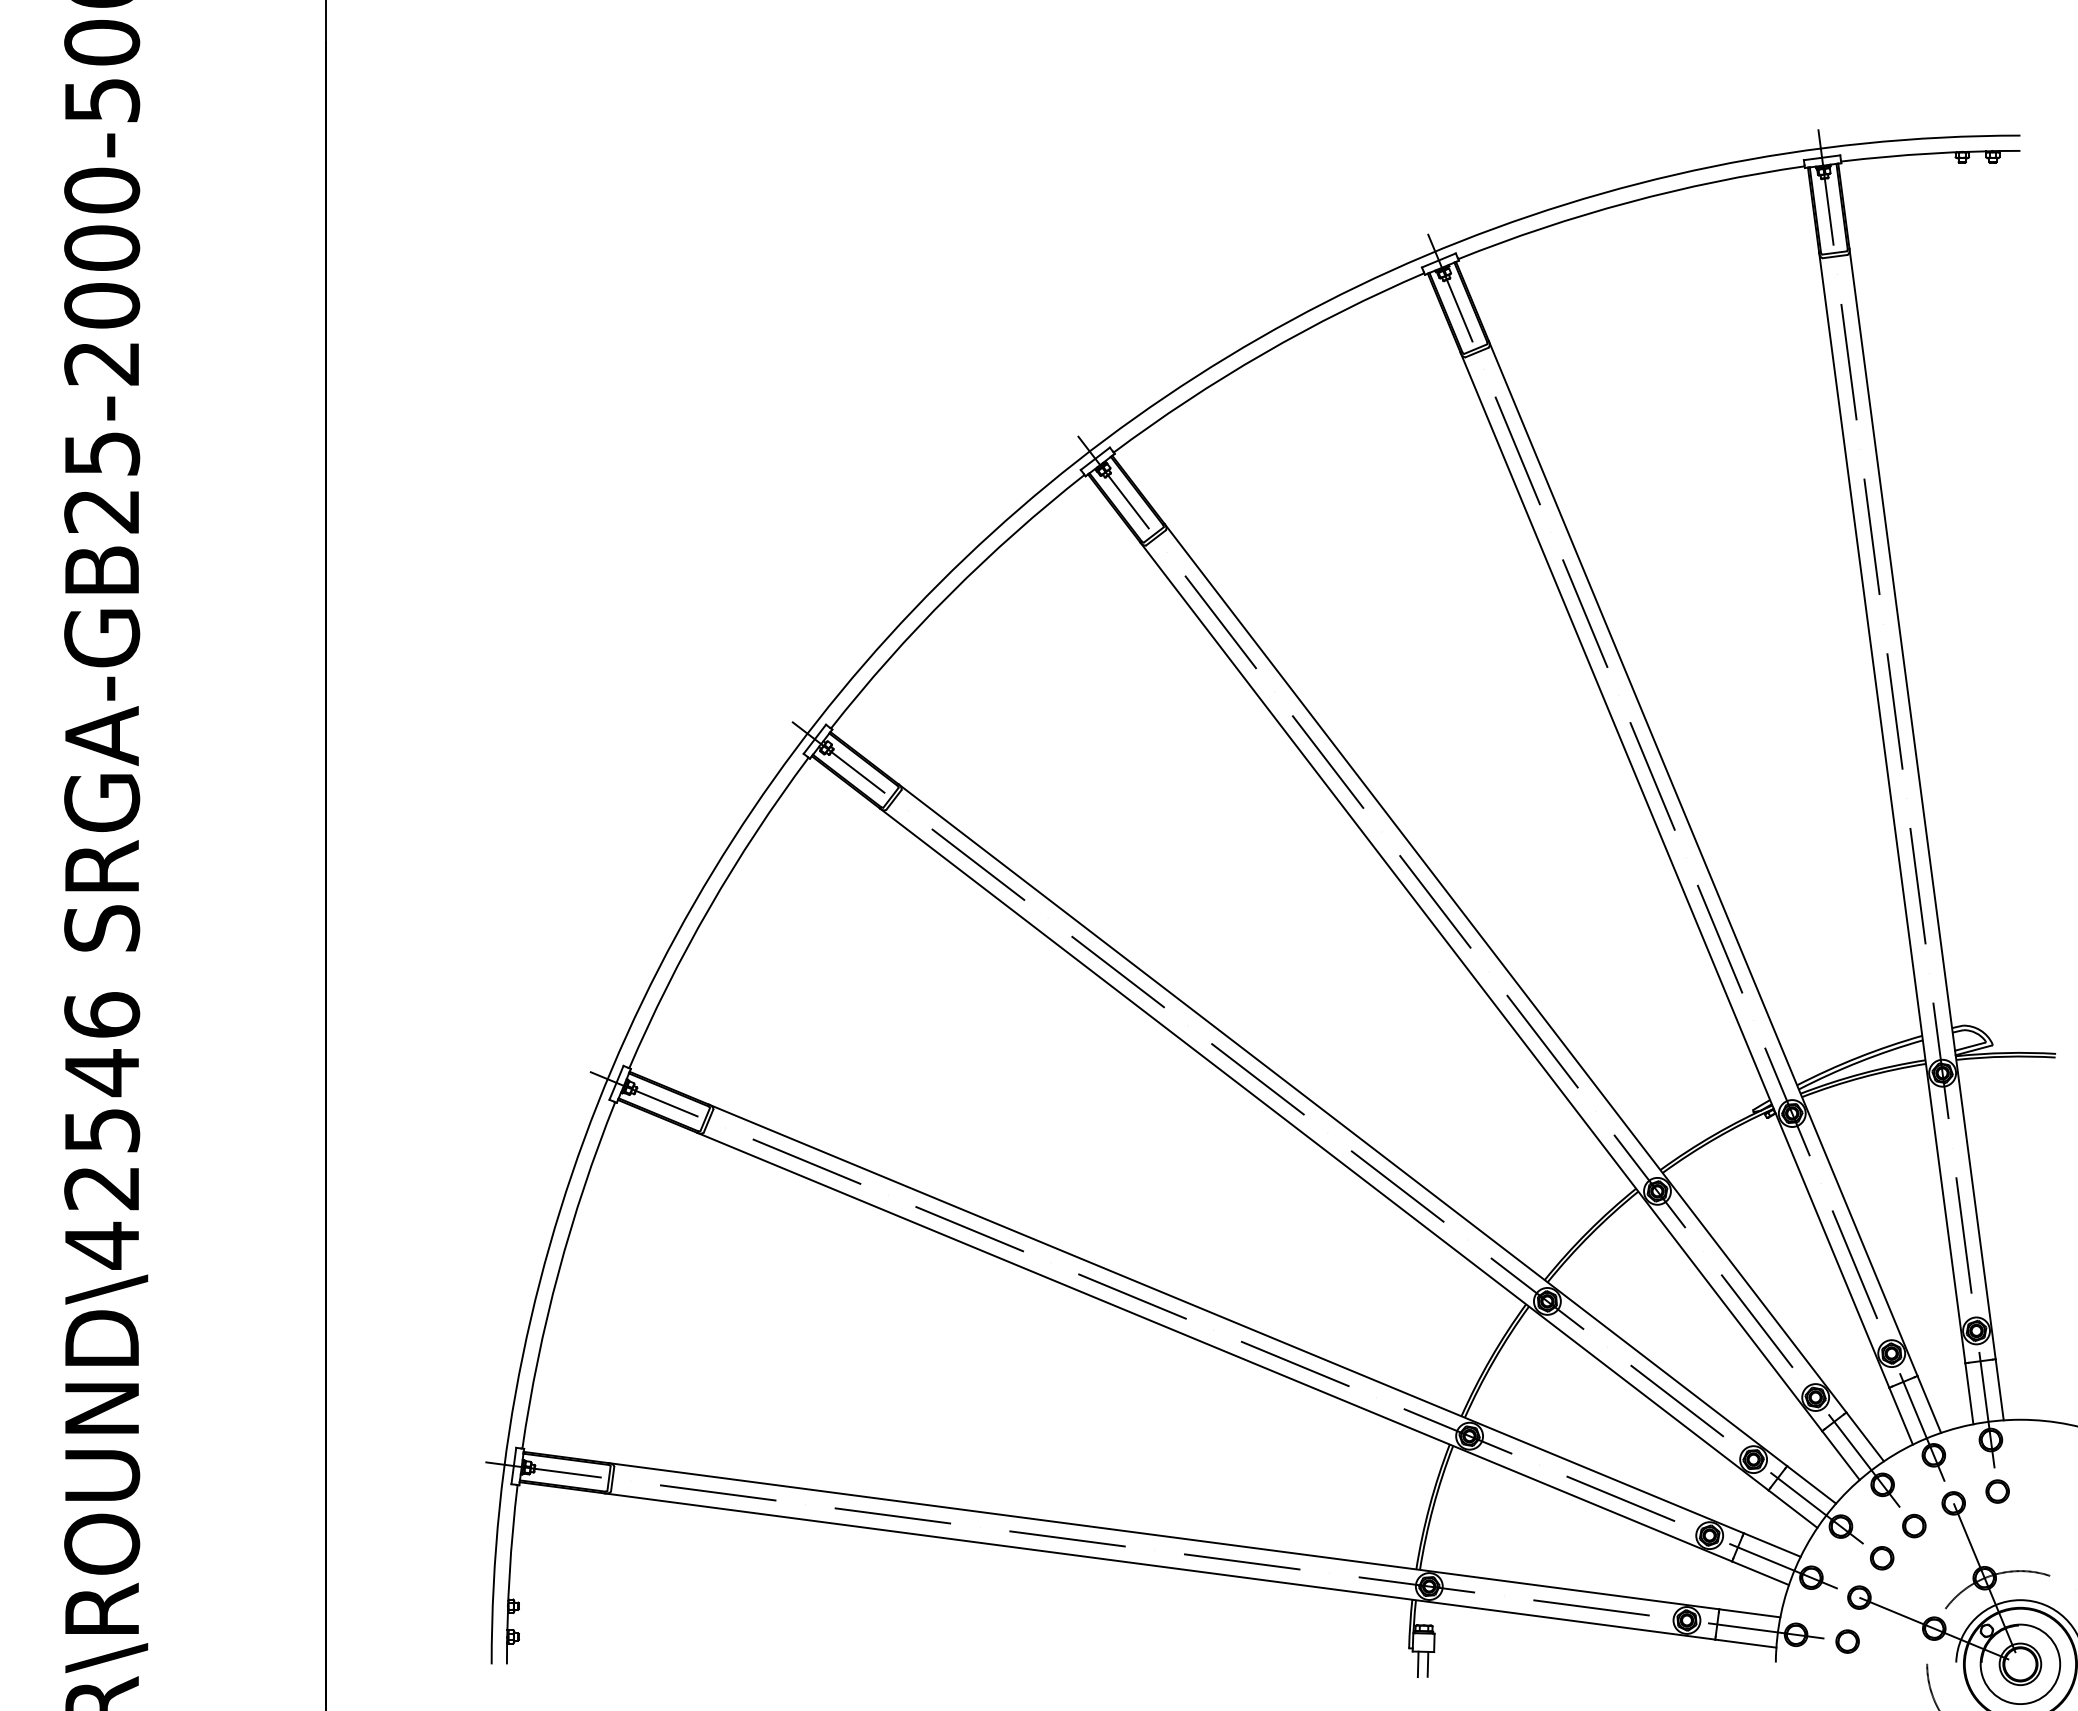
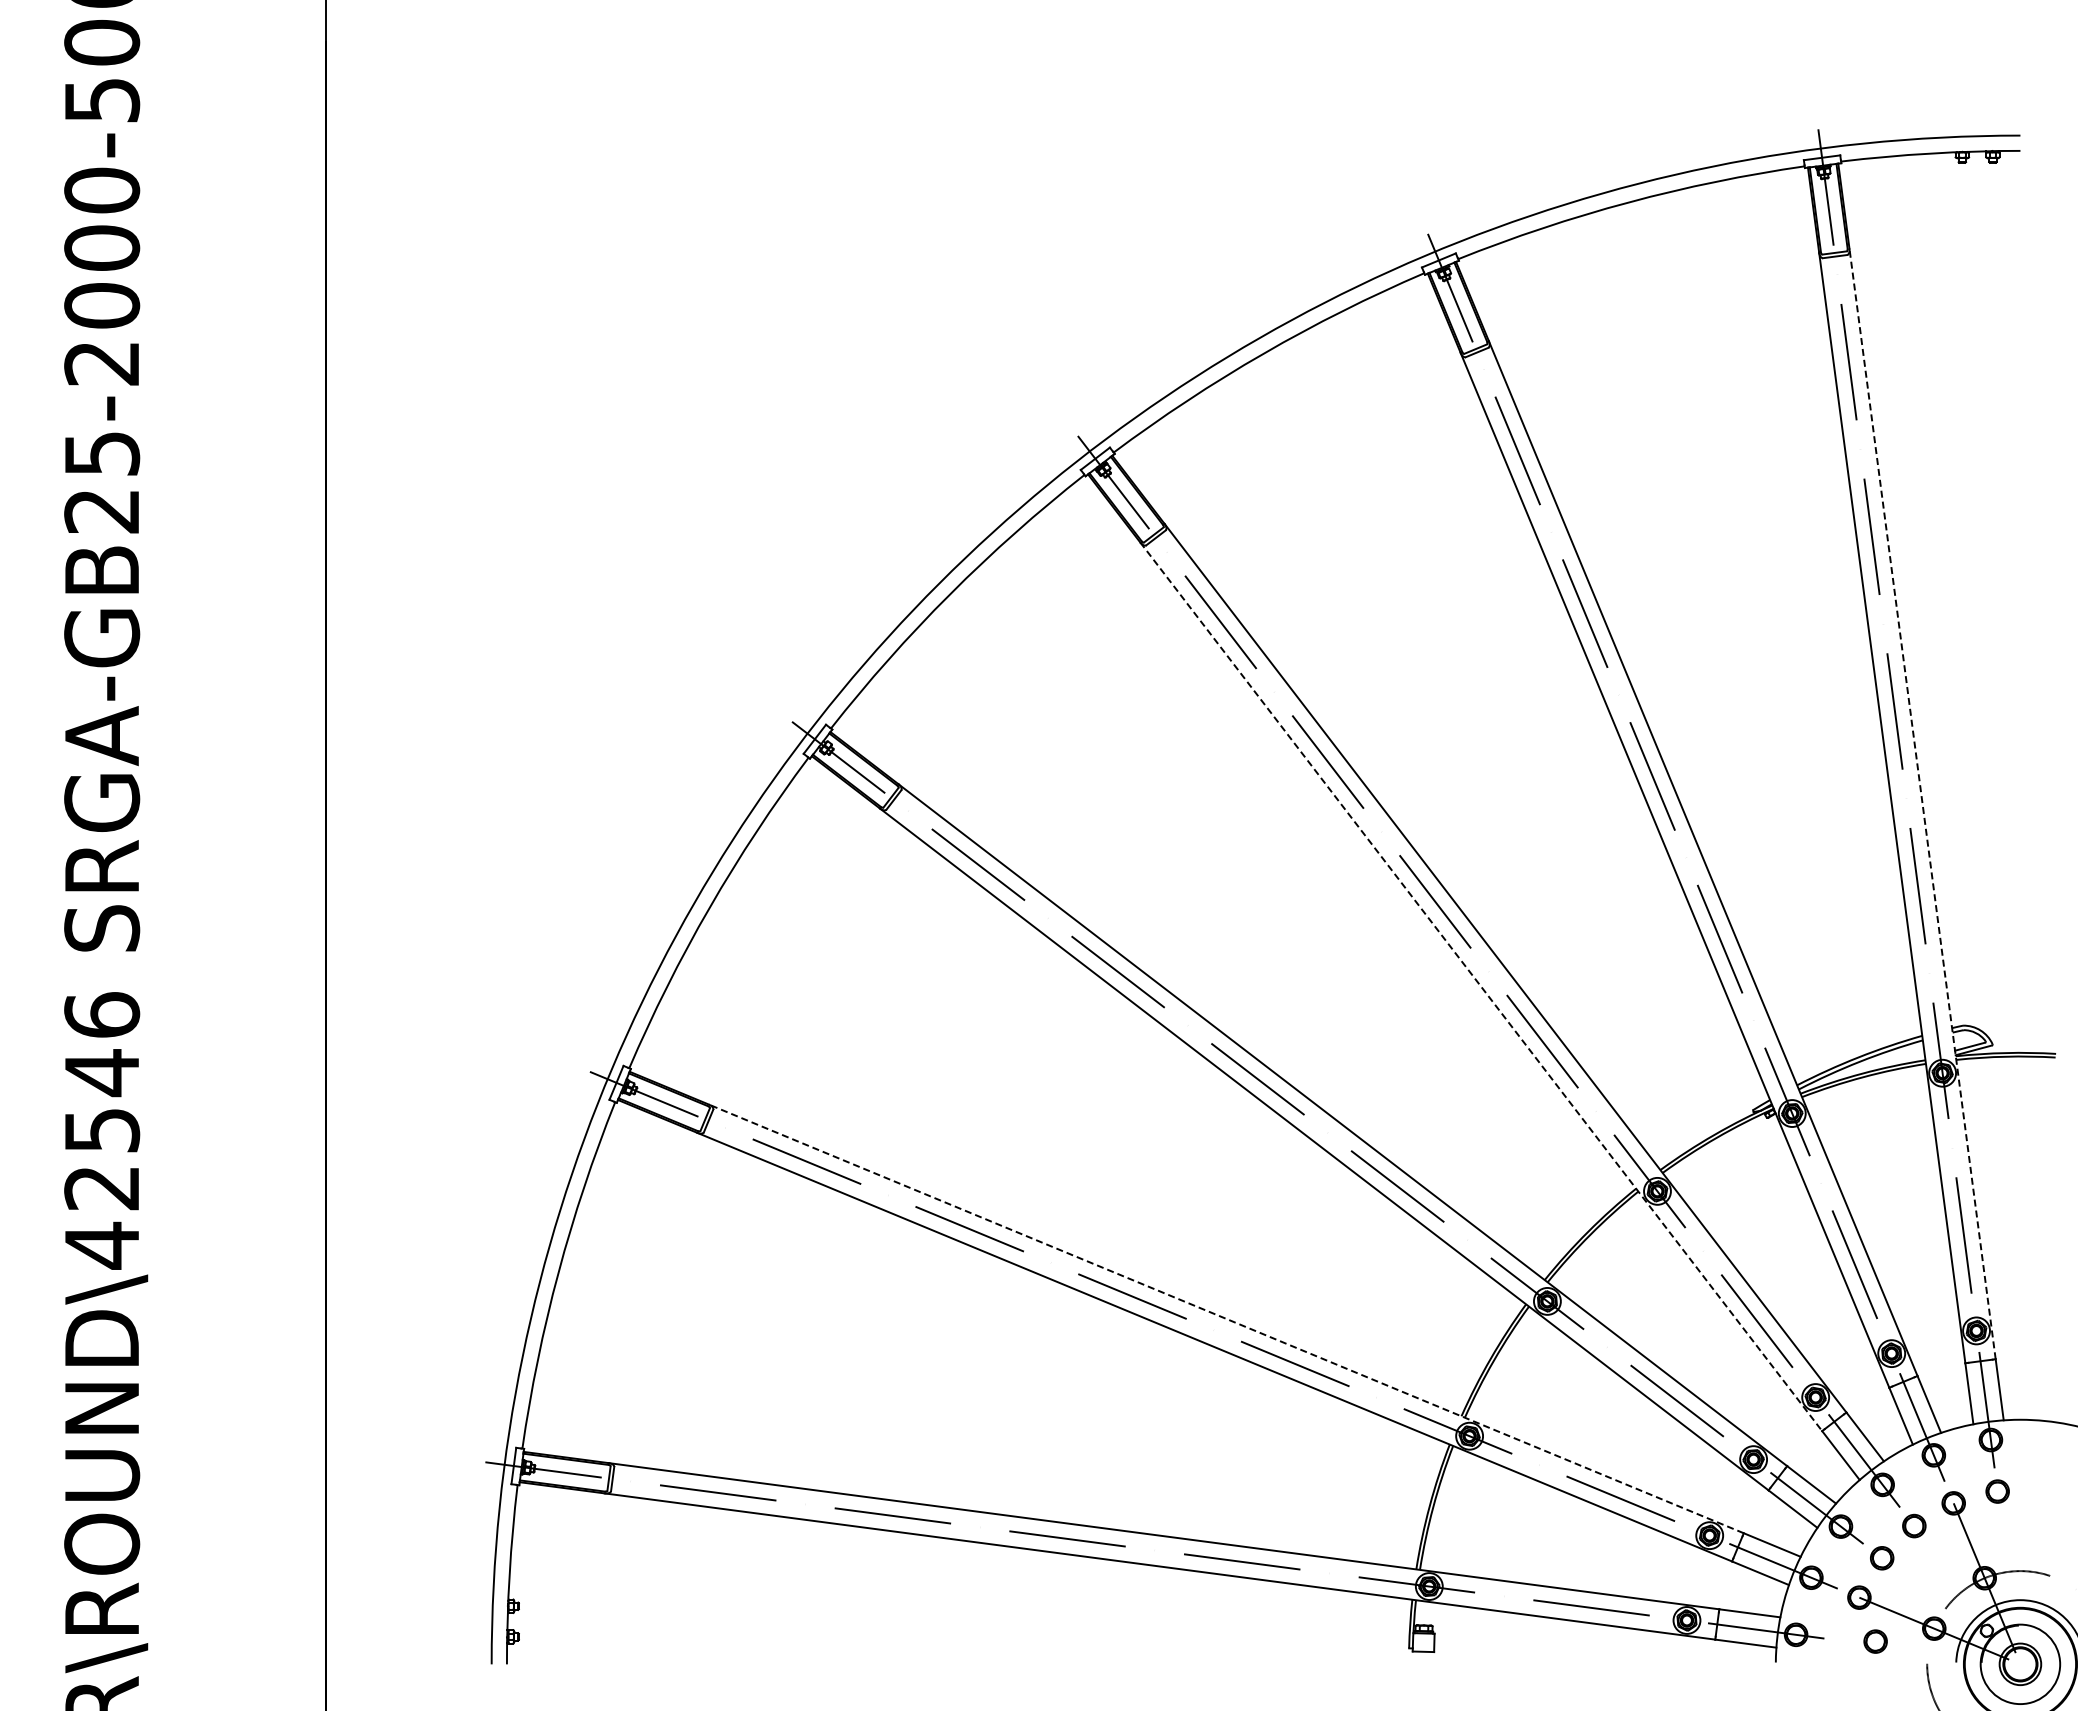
line at (1922, 803): solid -> dashed
line at (1481, 987): solid -> dashed
line at (1225, 1318): solid -> dashed
part at (1847, 1641) position: (1847, 1641) -> (1875, 1641)
line at (1427, 1663): present -> none
line at (1417, 1664): present -> none
